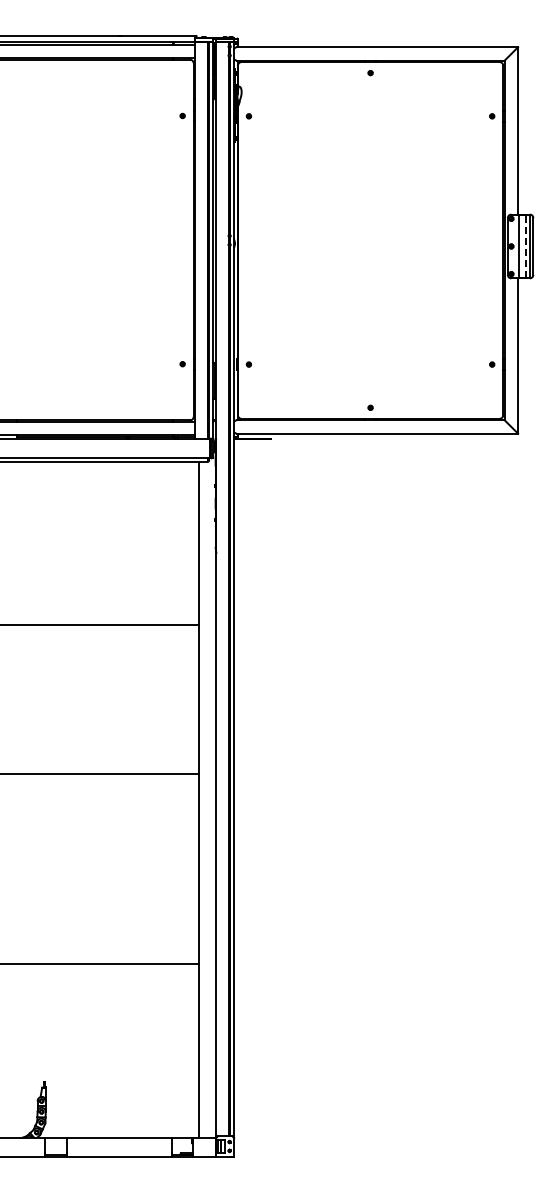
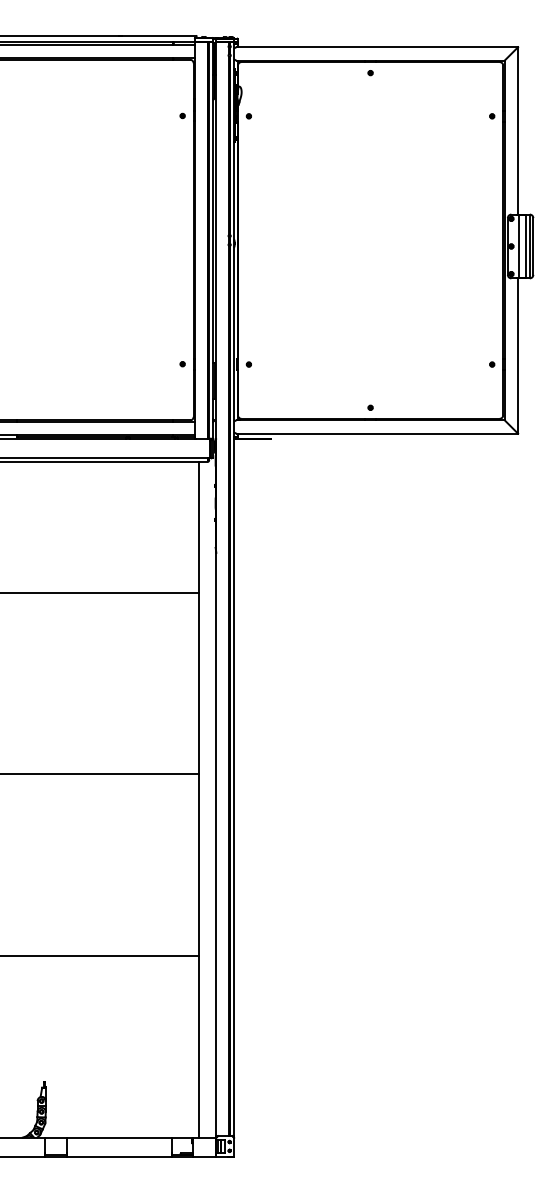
line at (525, 246): dashed -> solid
line at (100, 624) position: (100, 624) -> (100, 592)
line at (100, 964) position: (100, 964) -> (100, 956)
